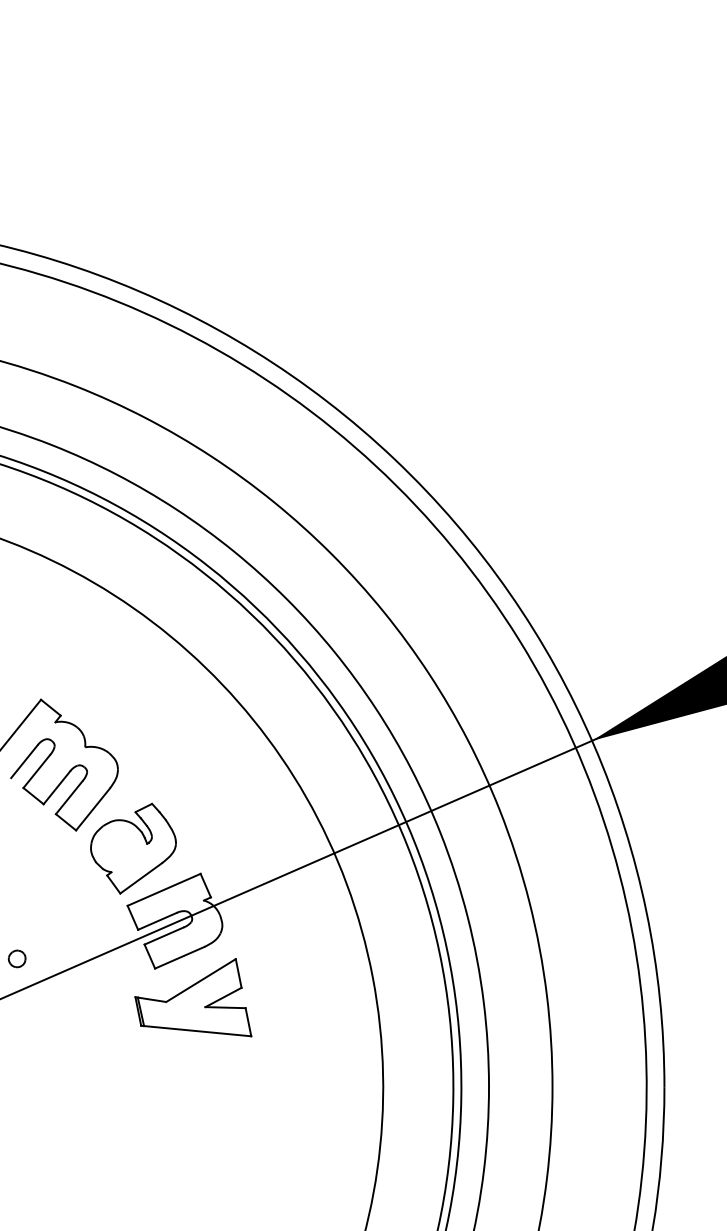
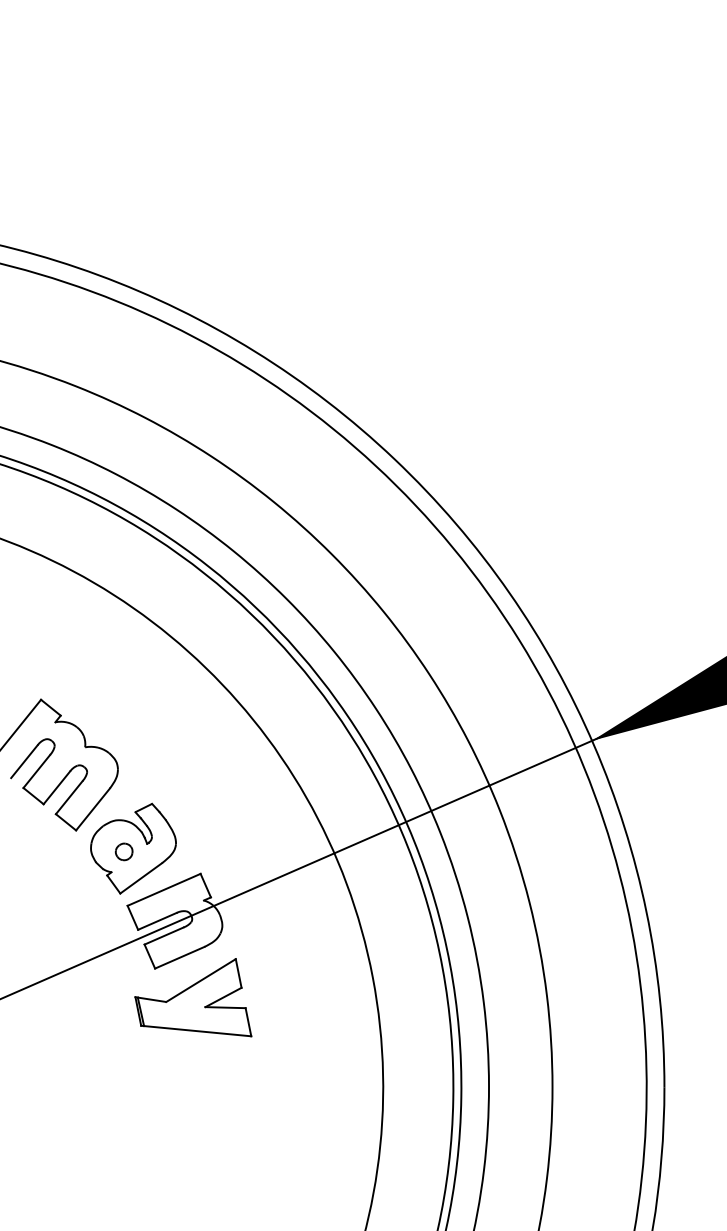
part at (16, 958) position: (16, 958) -> (123, 851)
